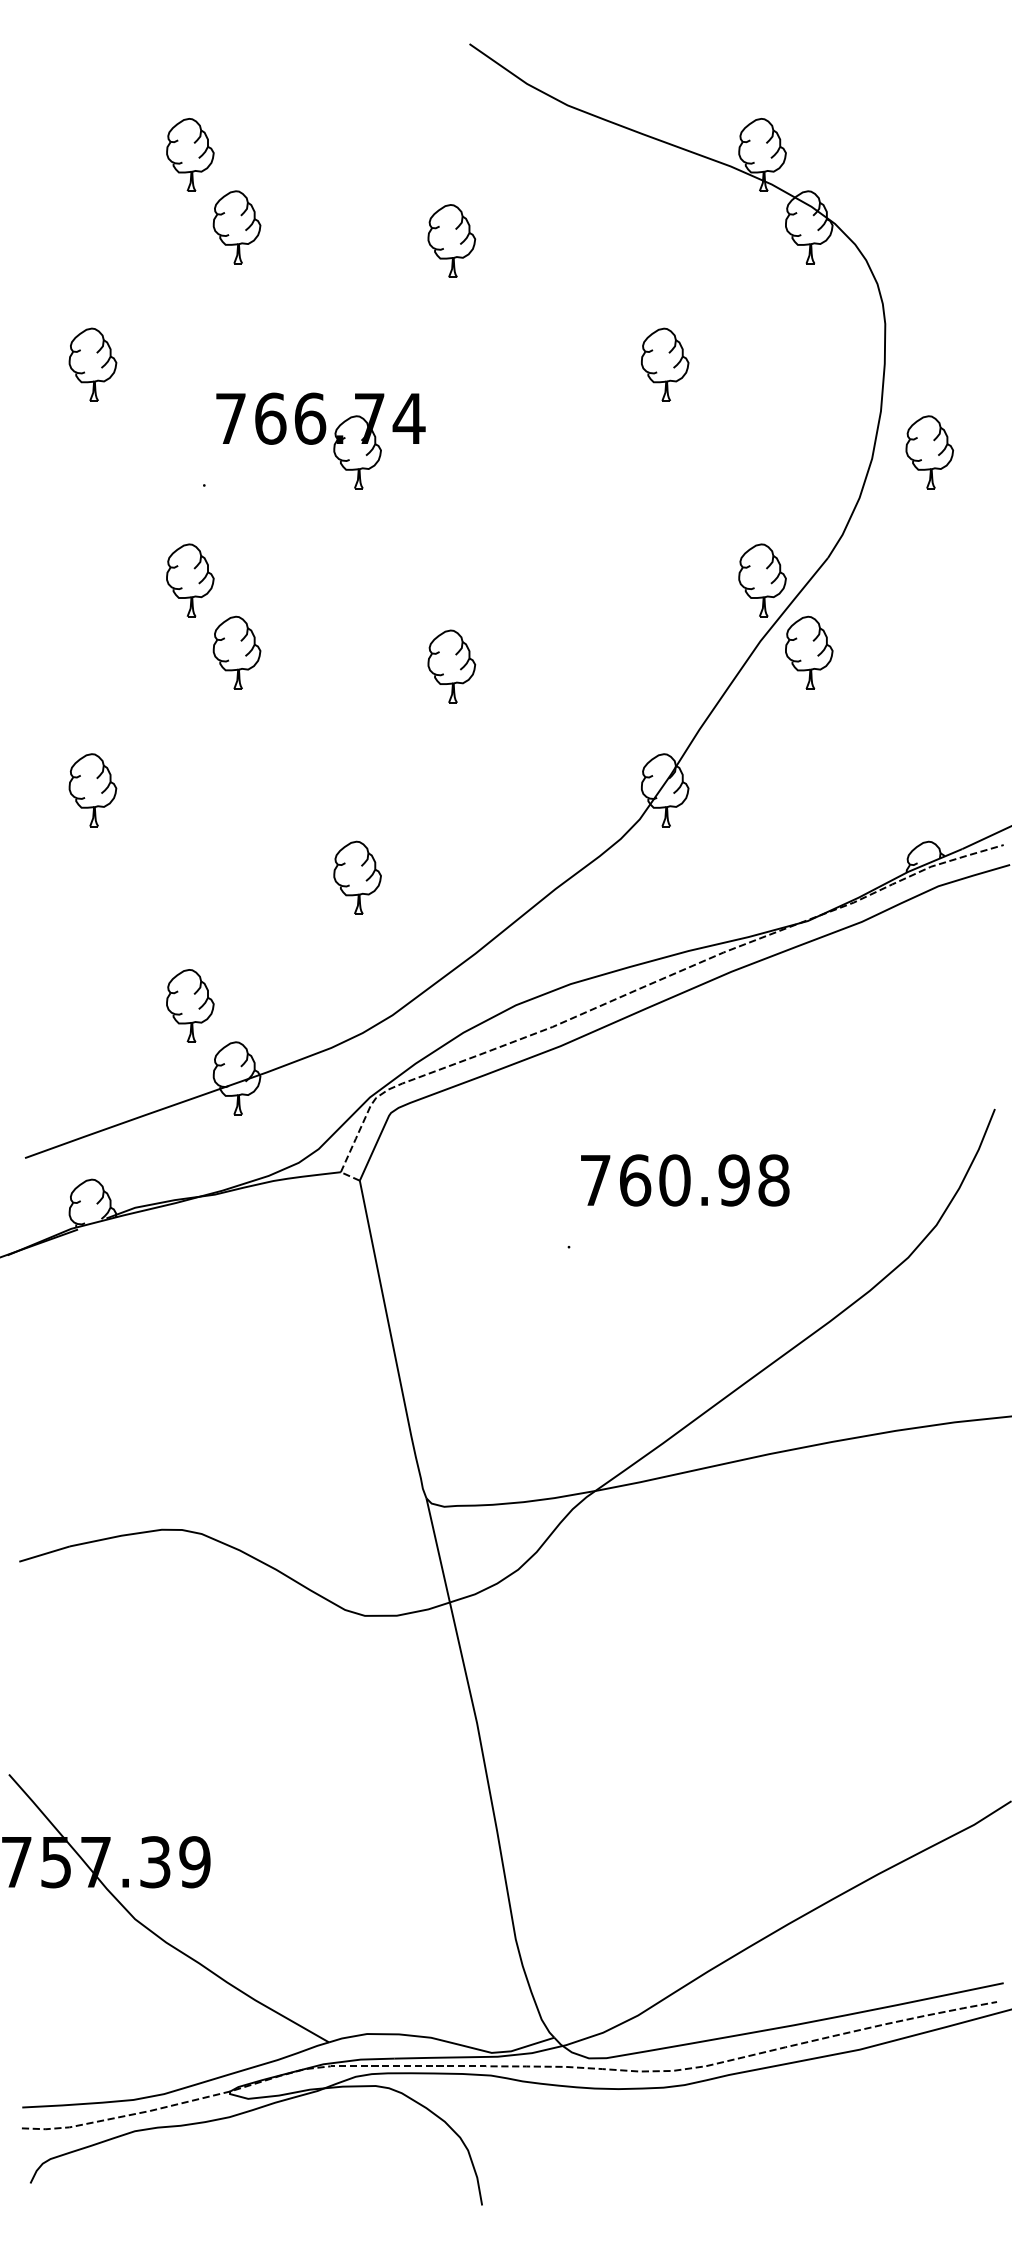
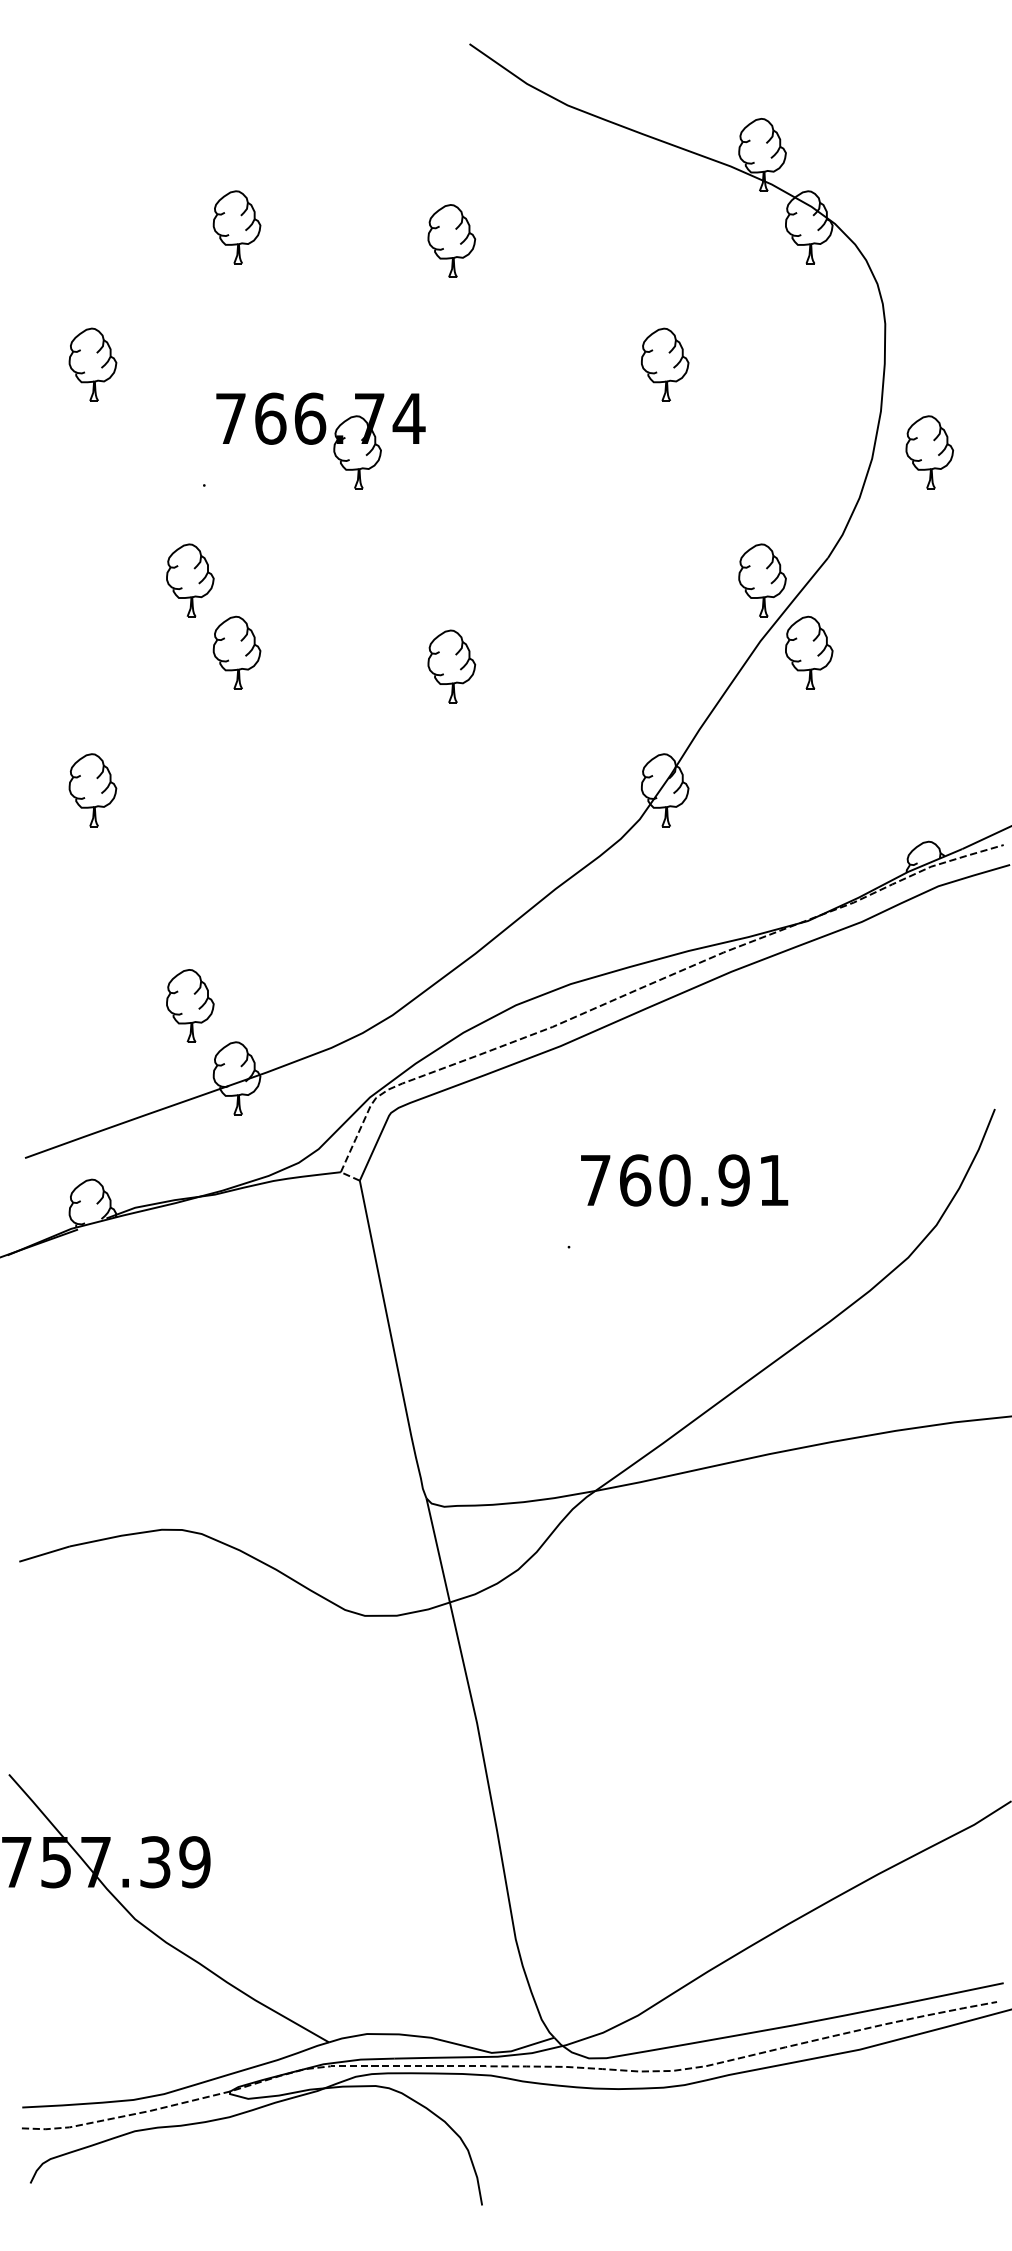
part at (190, 154): present -> none
part at (357, 877): present -> none
text at (773, 1180): 760.98 -> 760.91
